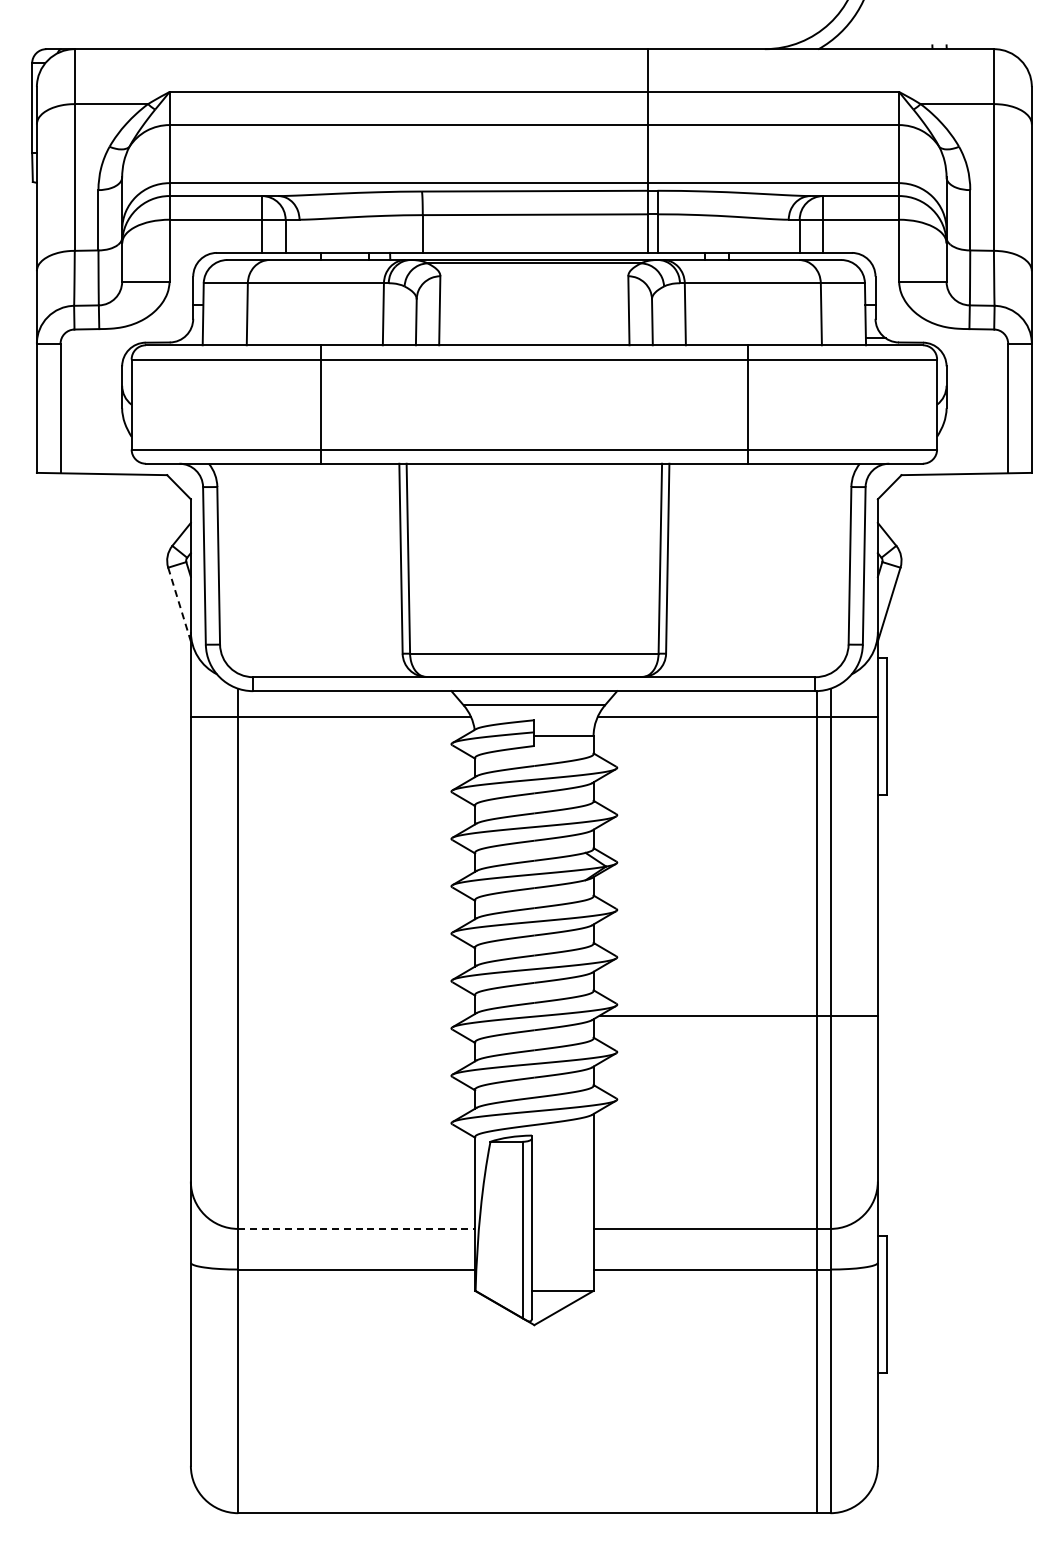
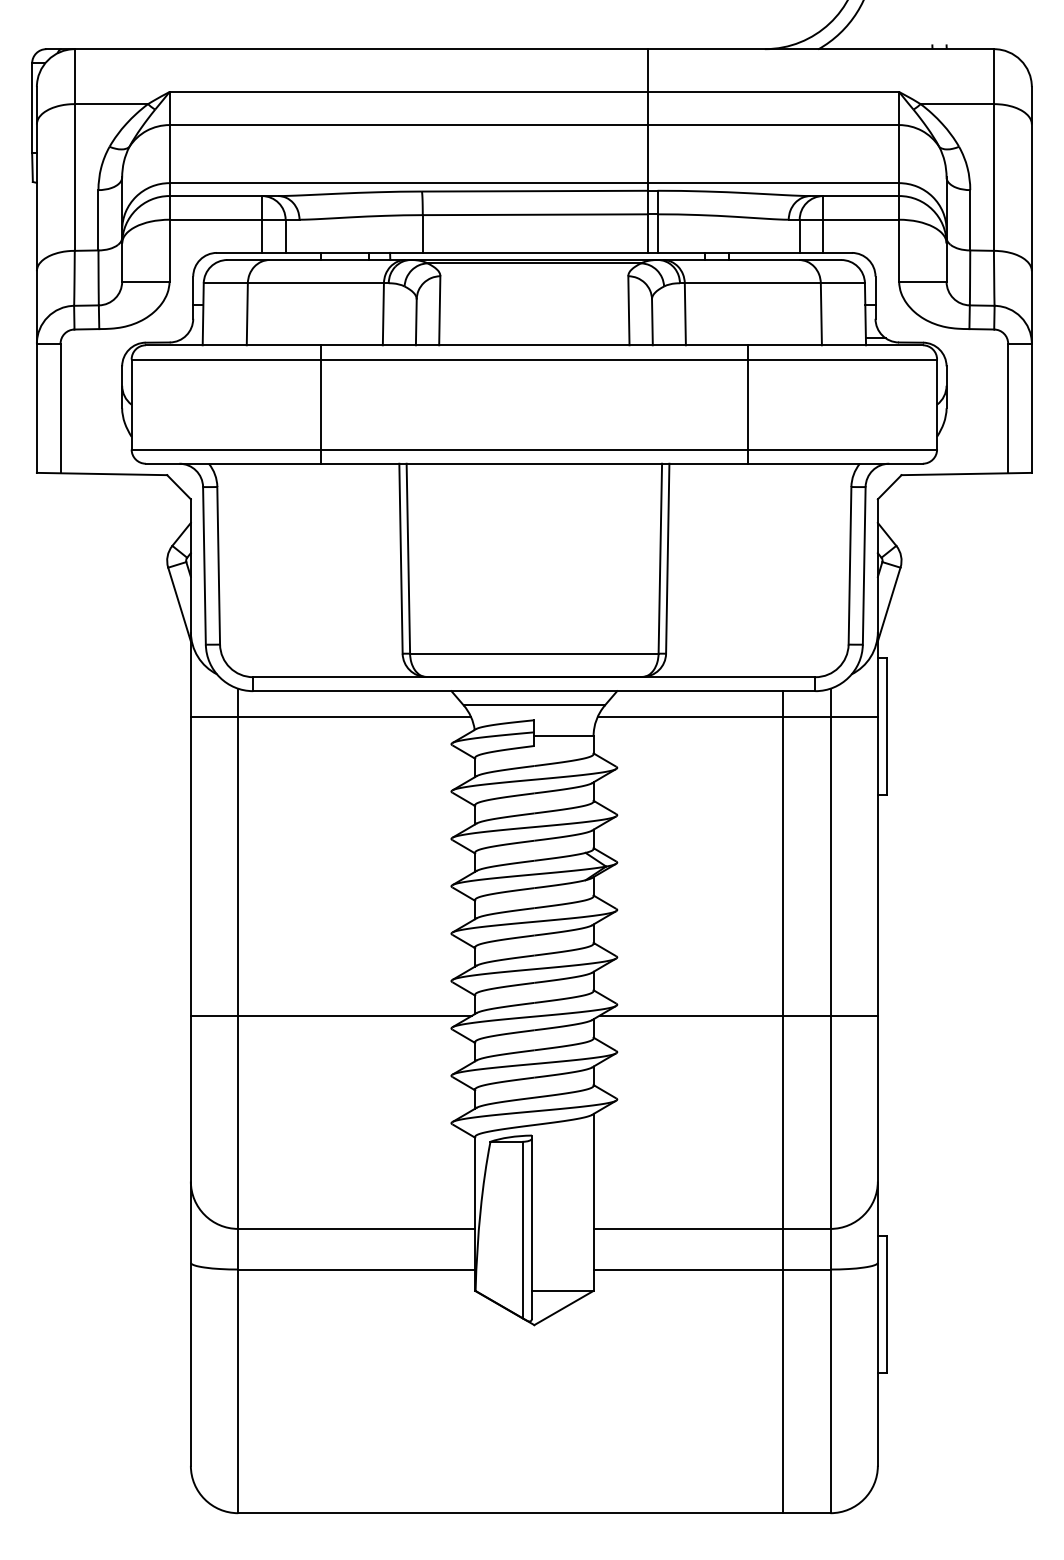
line at (179, 604): dashed -> solid
line at (331, 1015): none -> present
line at (817, 1102) position: (817, 1102) -> (783, 1102)
line at (357, 1228): dashed -> solid
